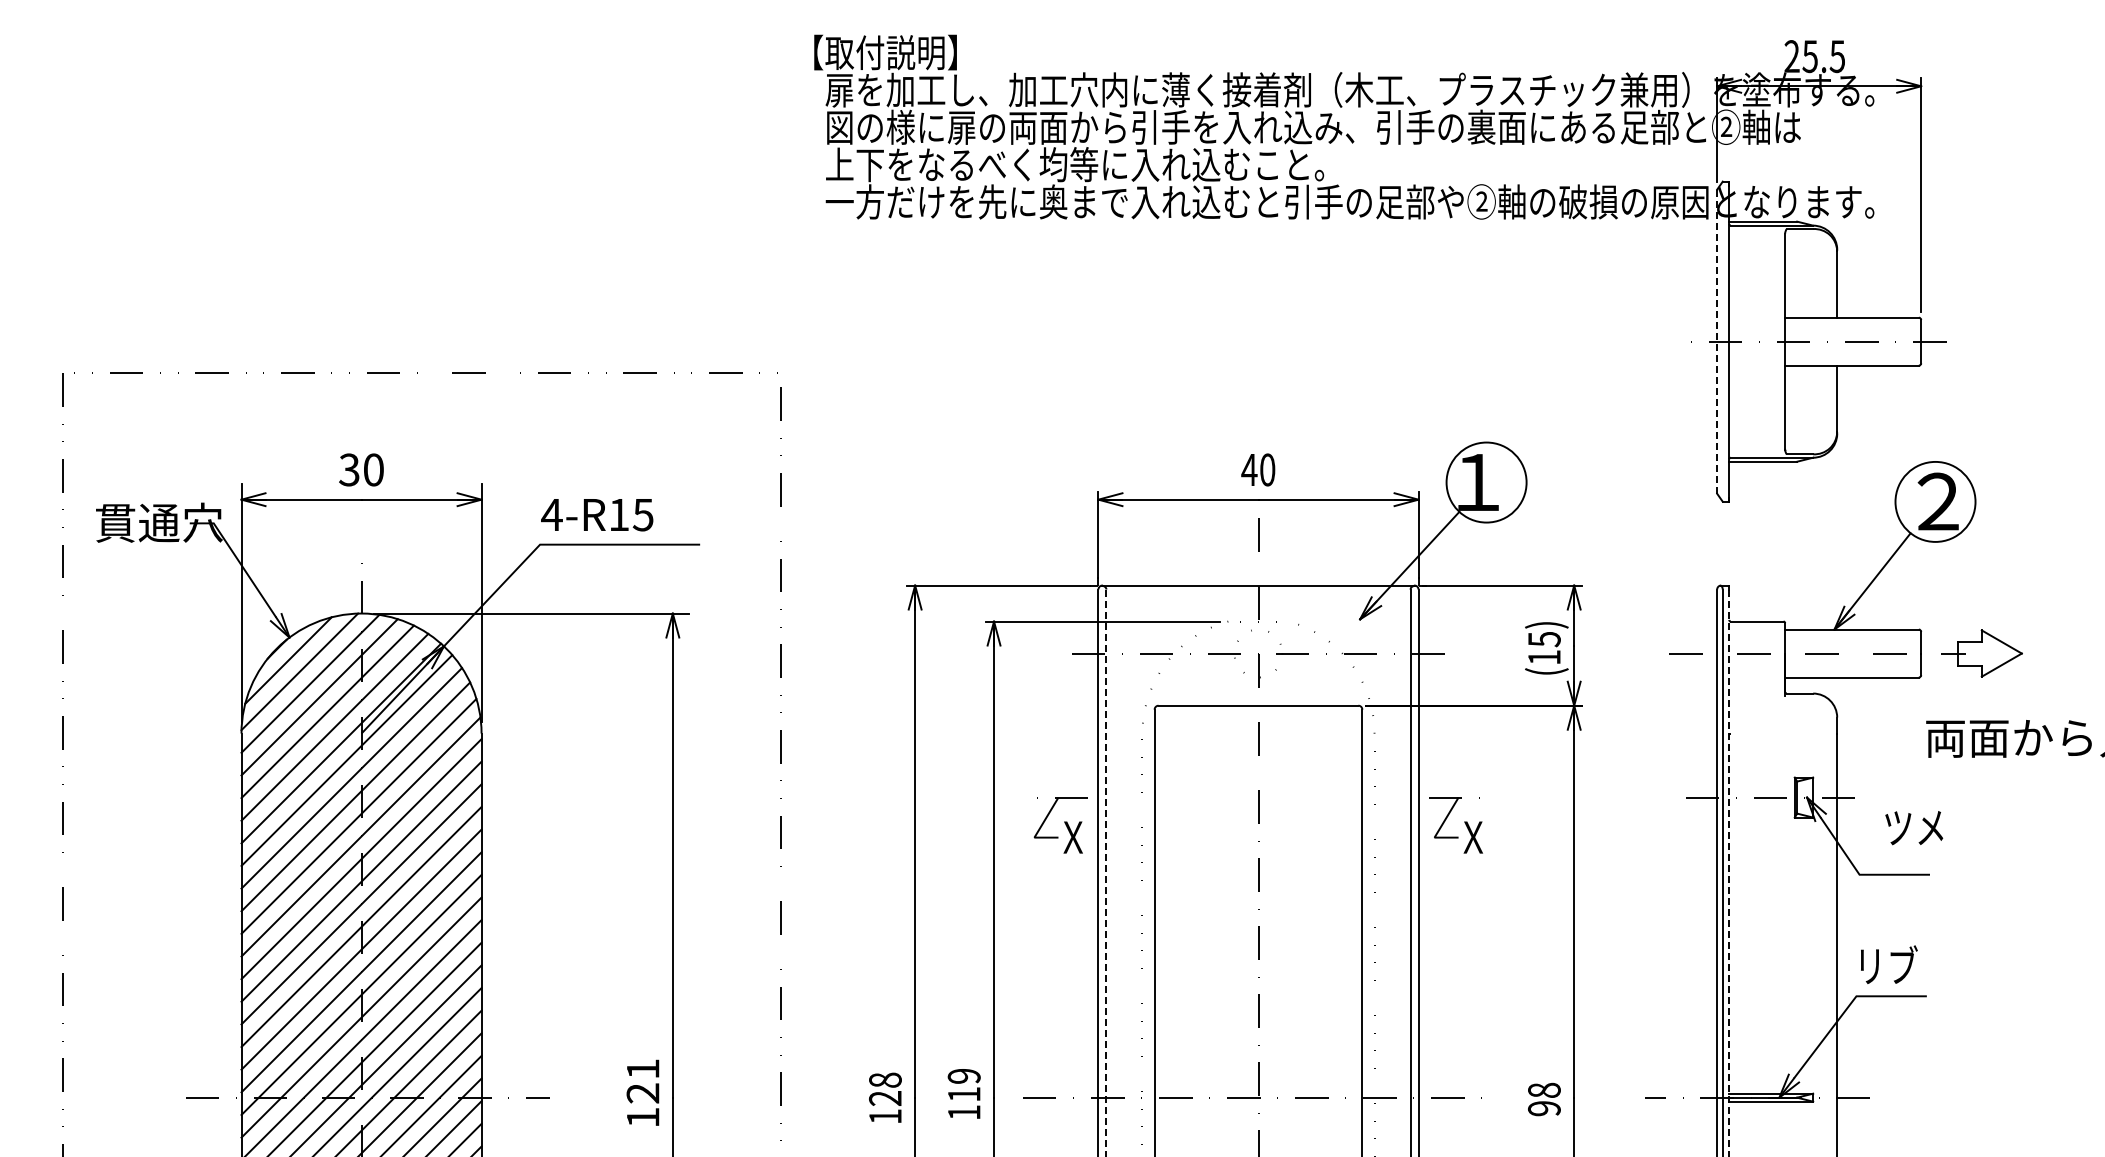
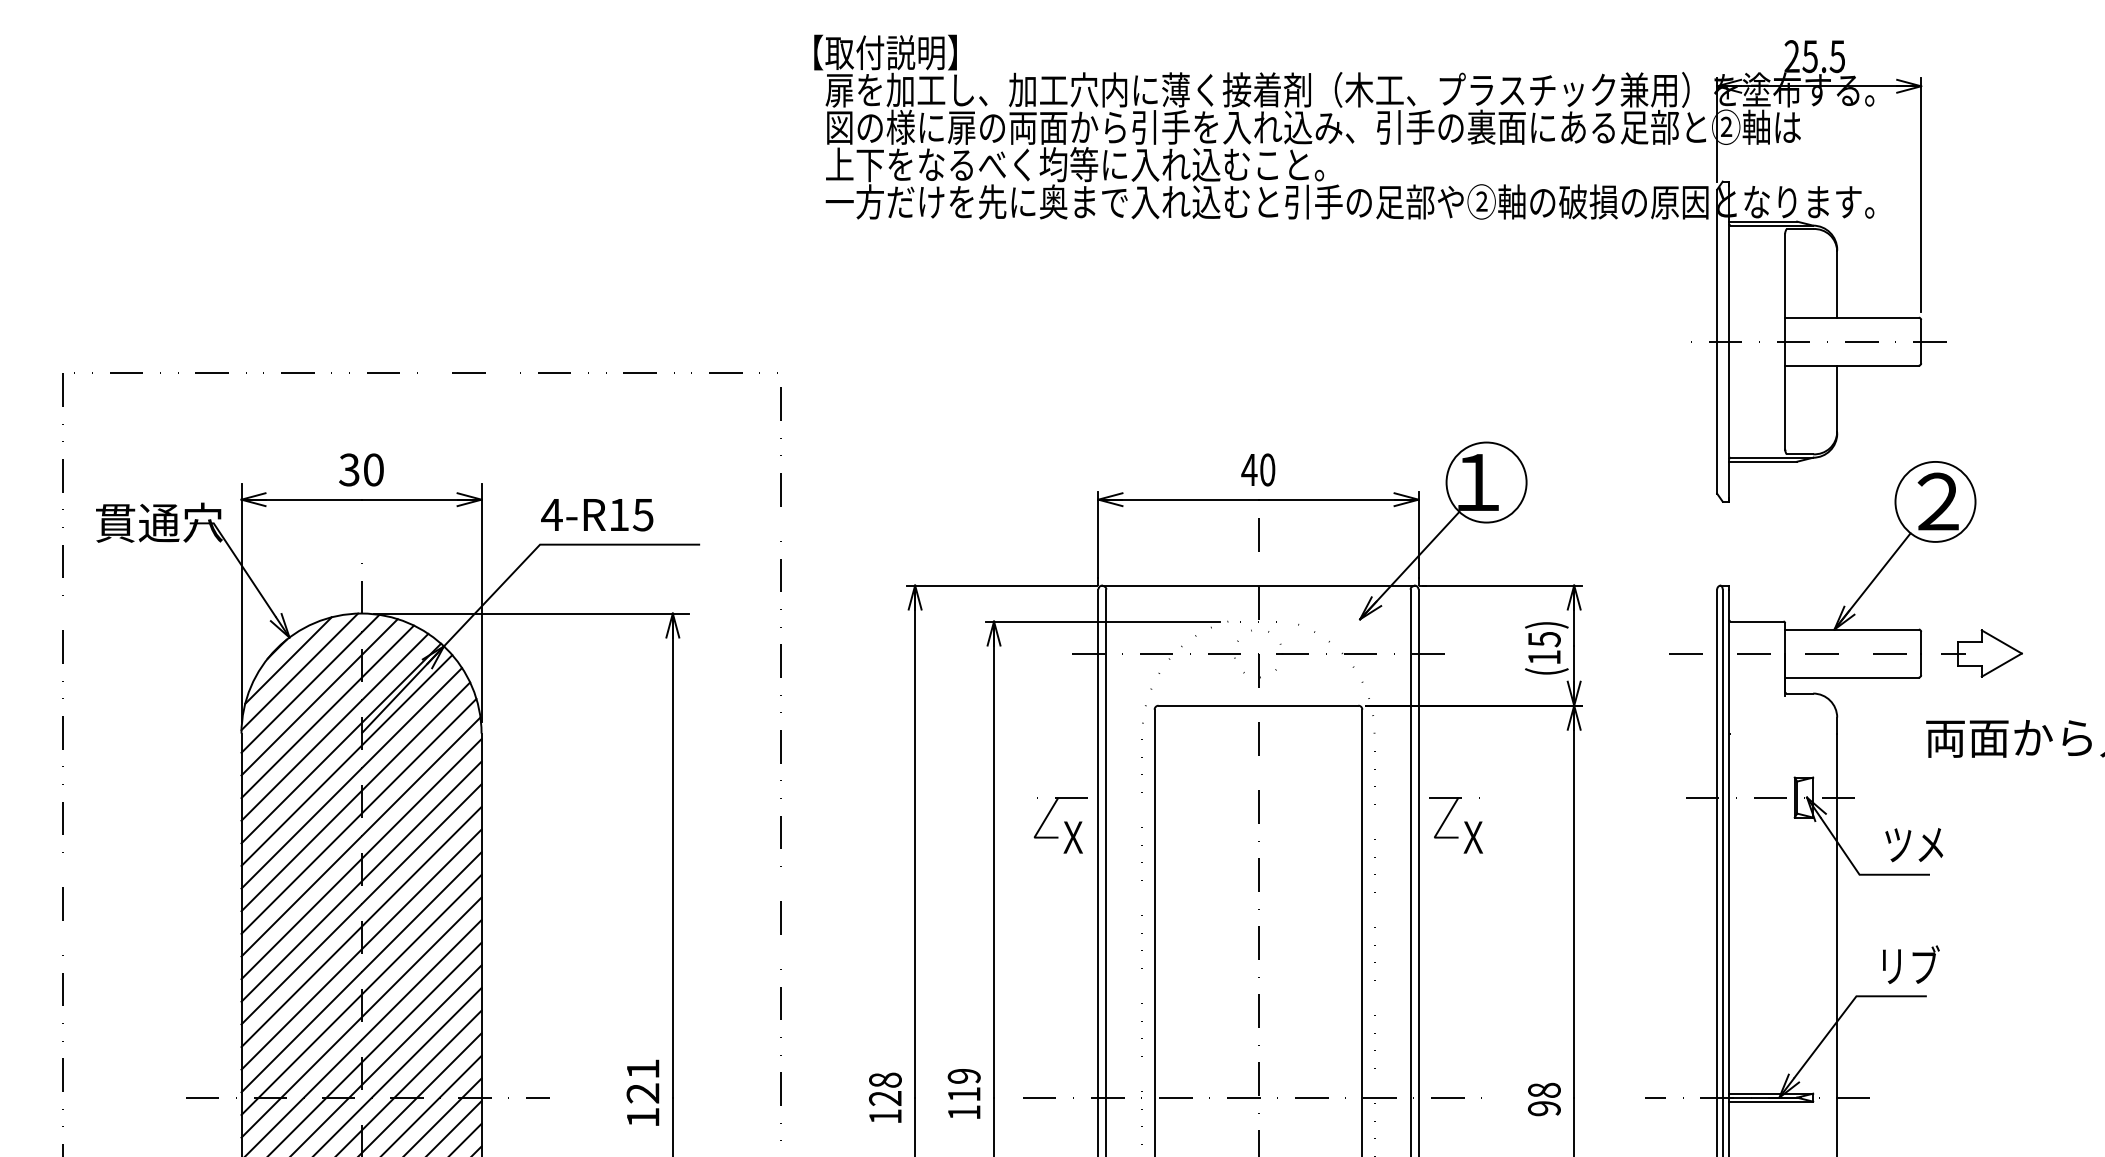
line at (1717, 341): dashed -> solid
text at (1914, 828) position: (1914, 828) -> (1914, 845)
line at (1106, 873): dashed -> solid
line at (1729, 873): dashed -> solid
text at (1889, 964) position: (1889, 964) -> (1911, 964)
